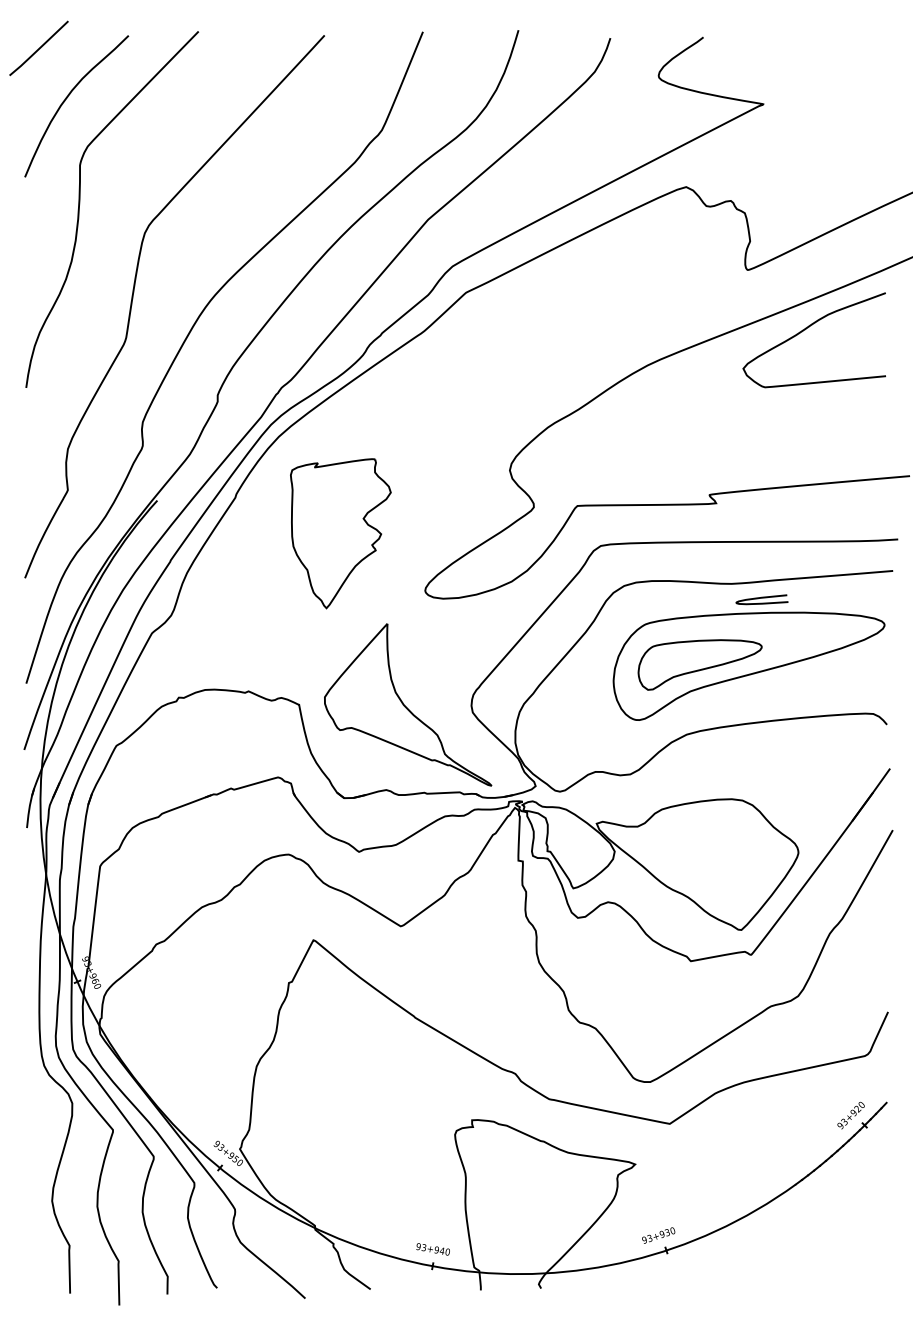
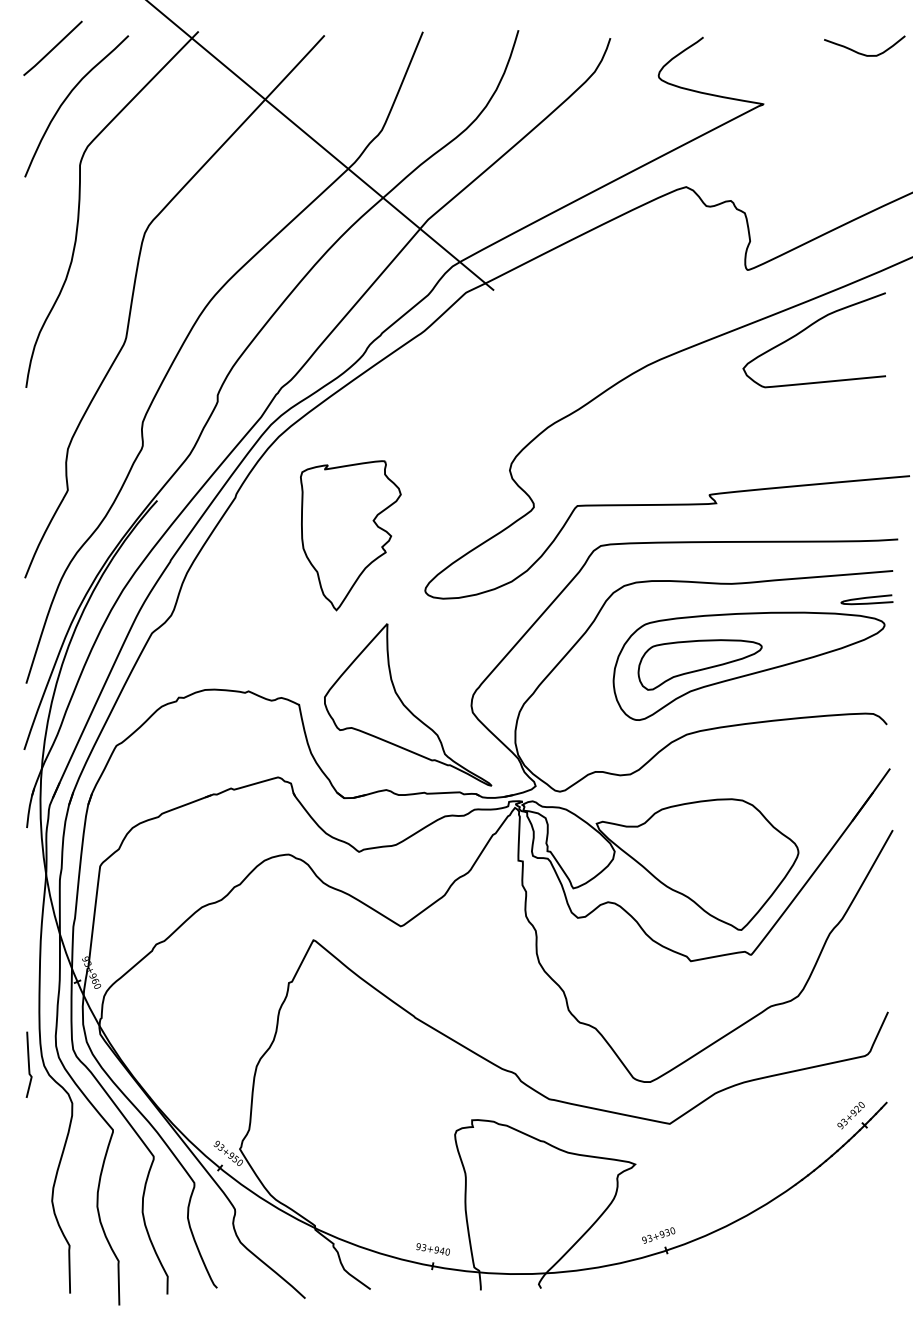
line at (38, 48) position: (38, 48) -> (52, 48)
curve at (860, 52): none -> present
line at (321, 145): none -> present
part at (340, 533) position: (340, 533) -> (350, 535)
curve at (761, 598) position: (761, 598) -> (866, 598)
curve at (28, 1064): none -> present
